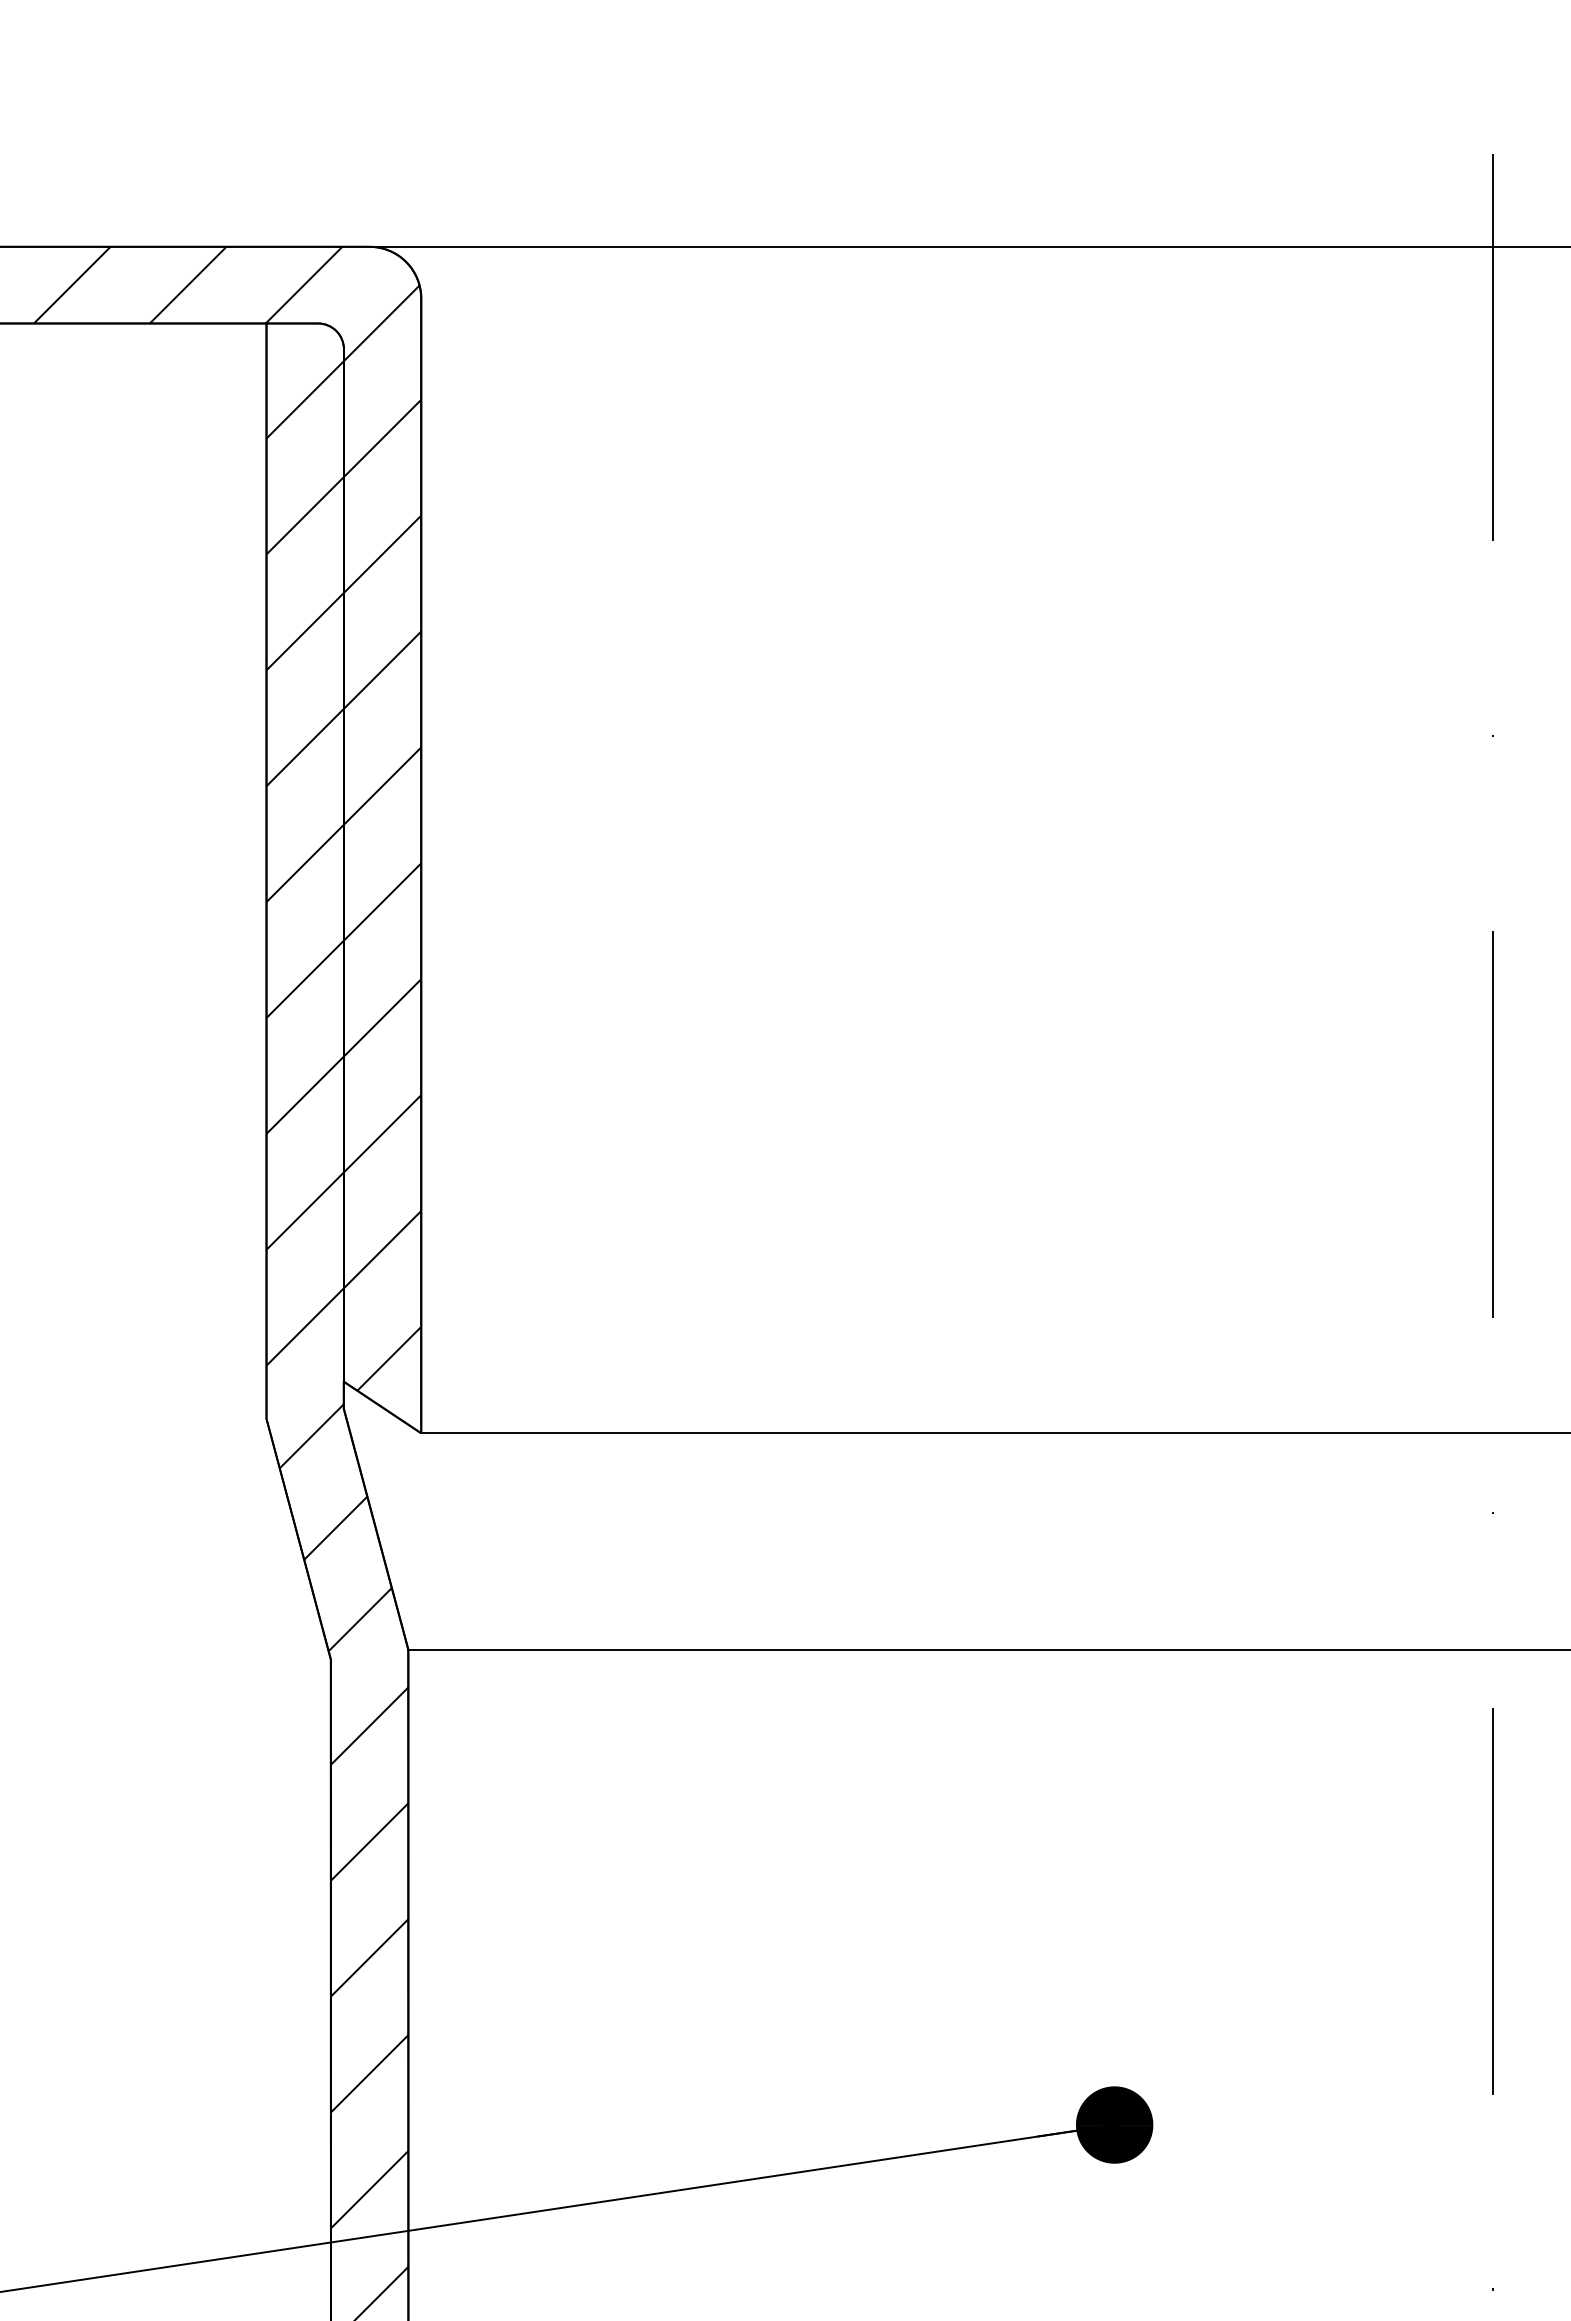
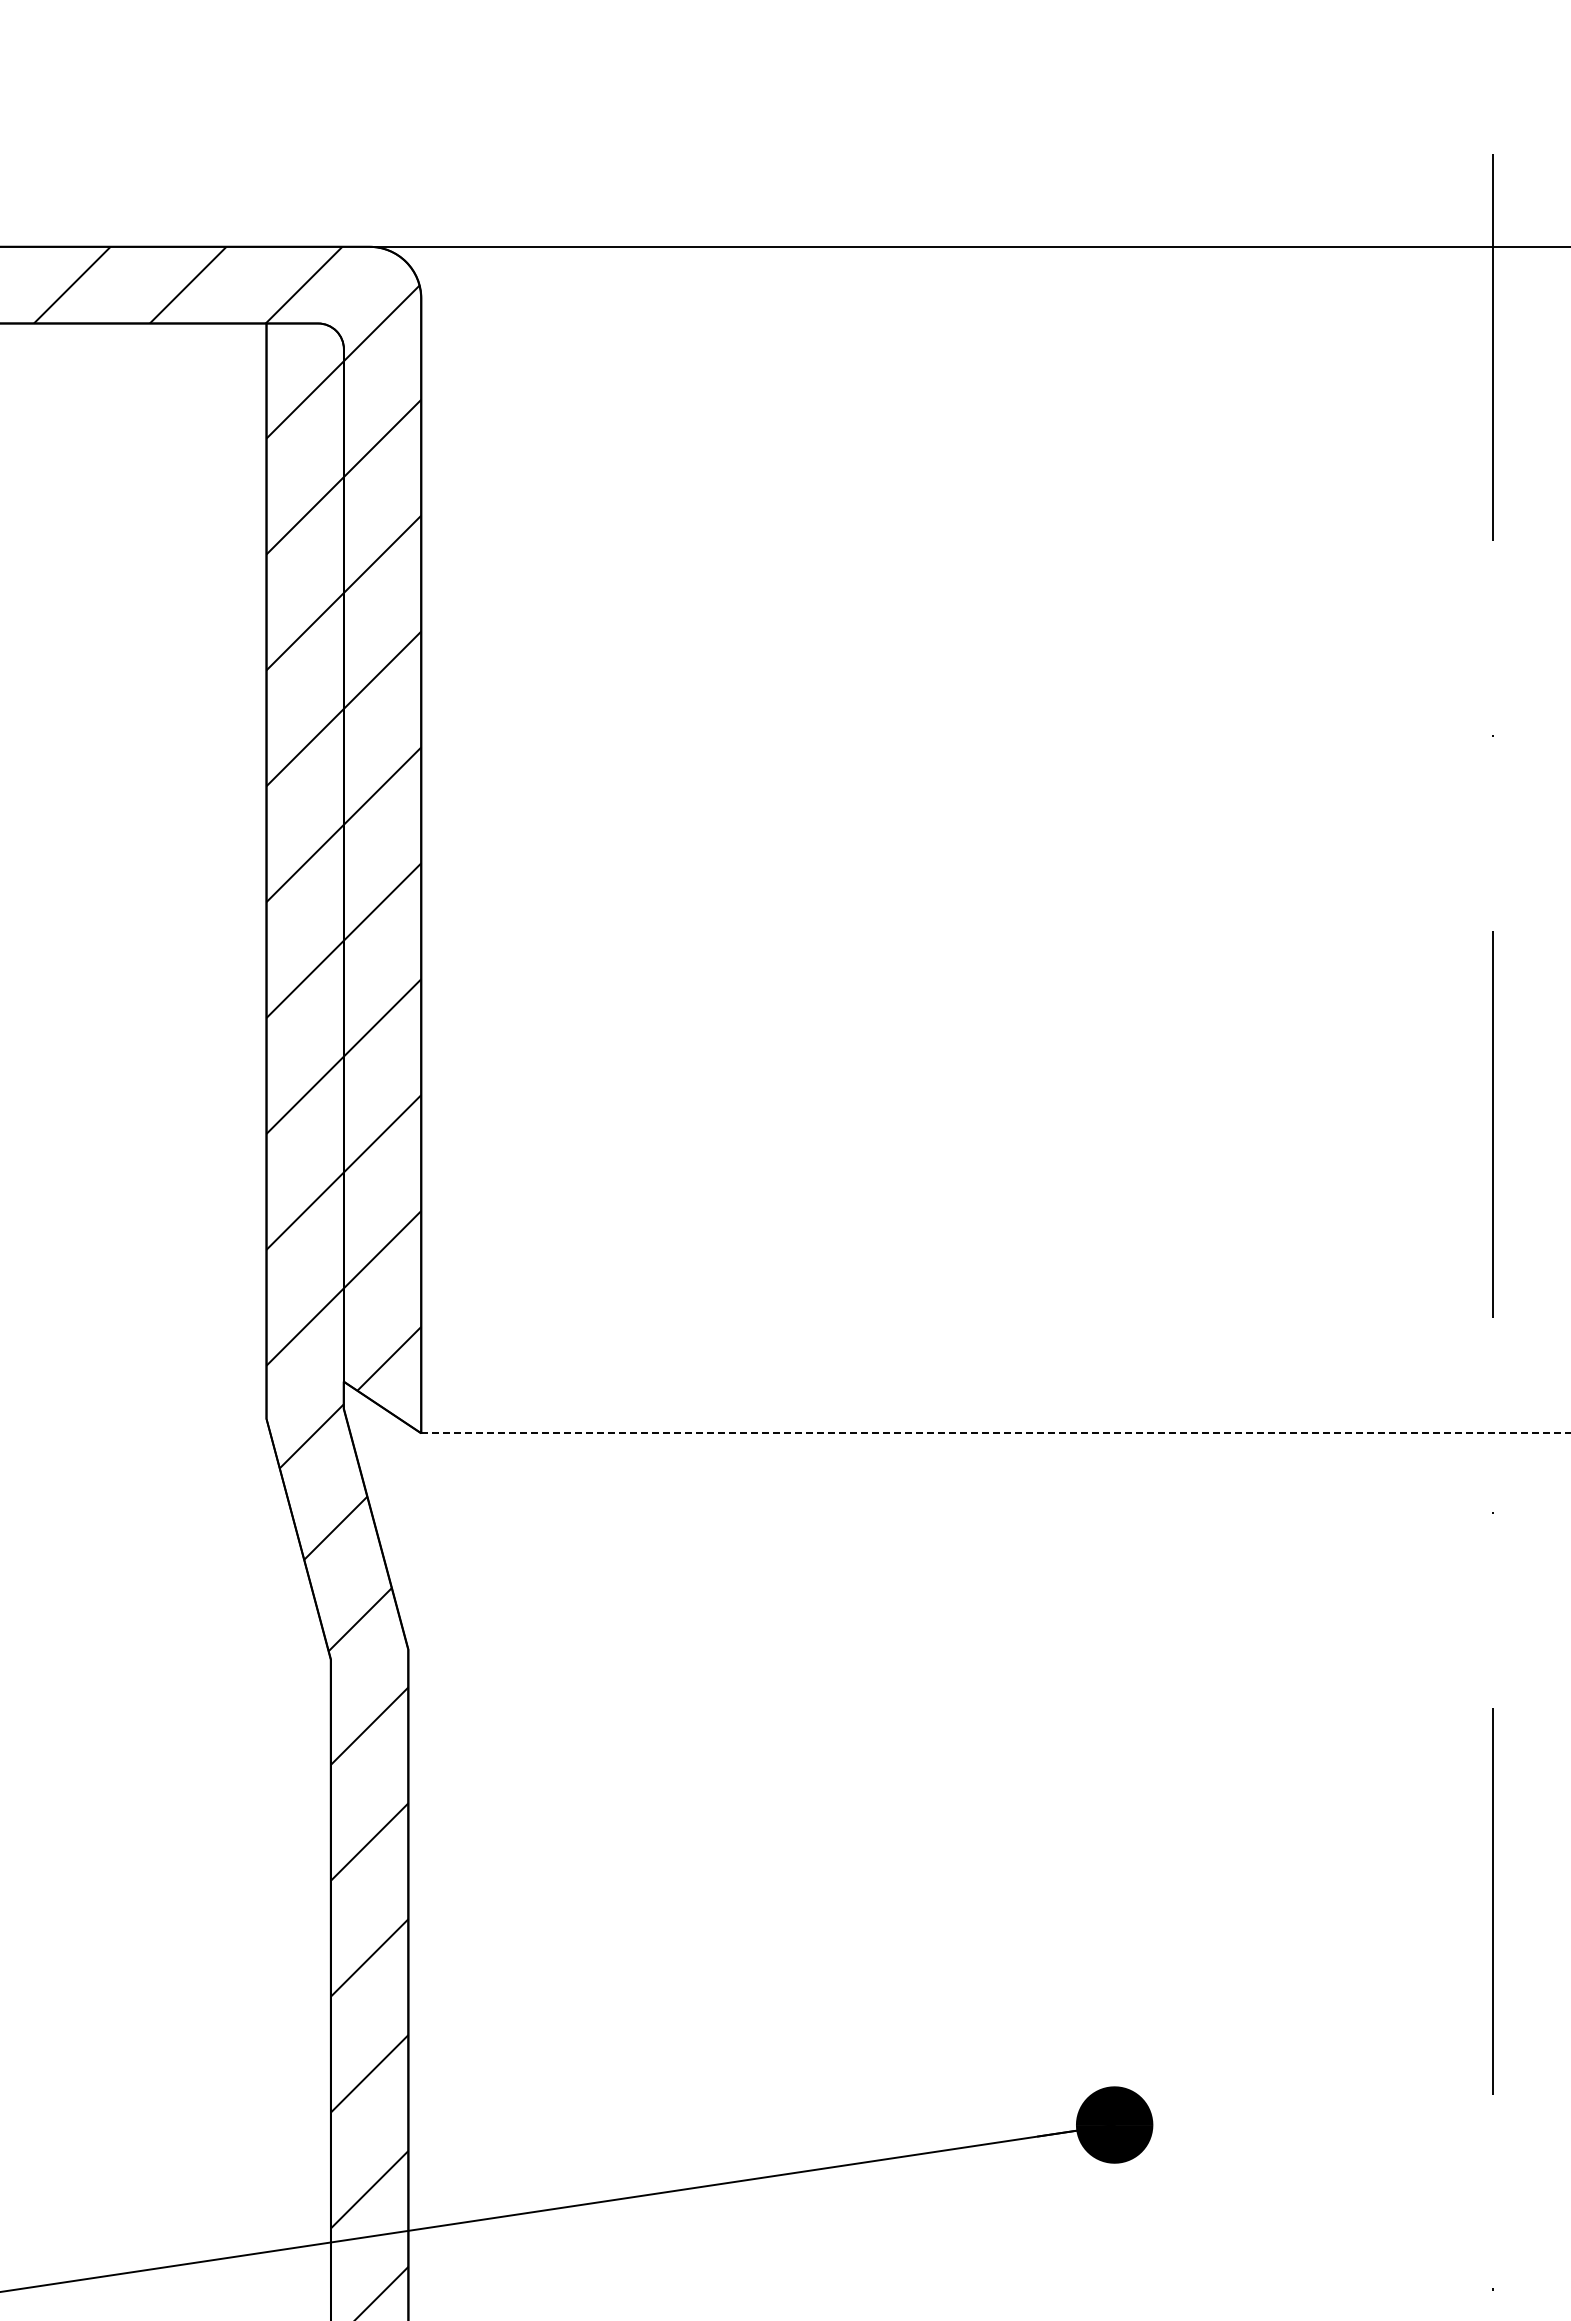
line at (996, 1433): solid -> dashed
line at (987, 1649): present -> none
